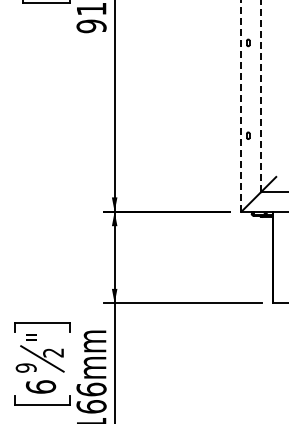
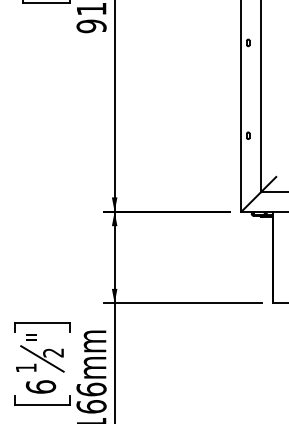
line at (261, 96): dashed -> solid
line at (241, 105): dashed -> solid
text at (25, 367): 9 -> 1
